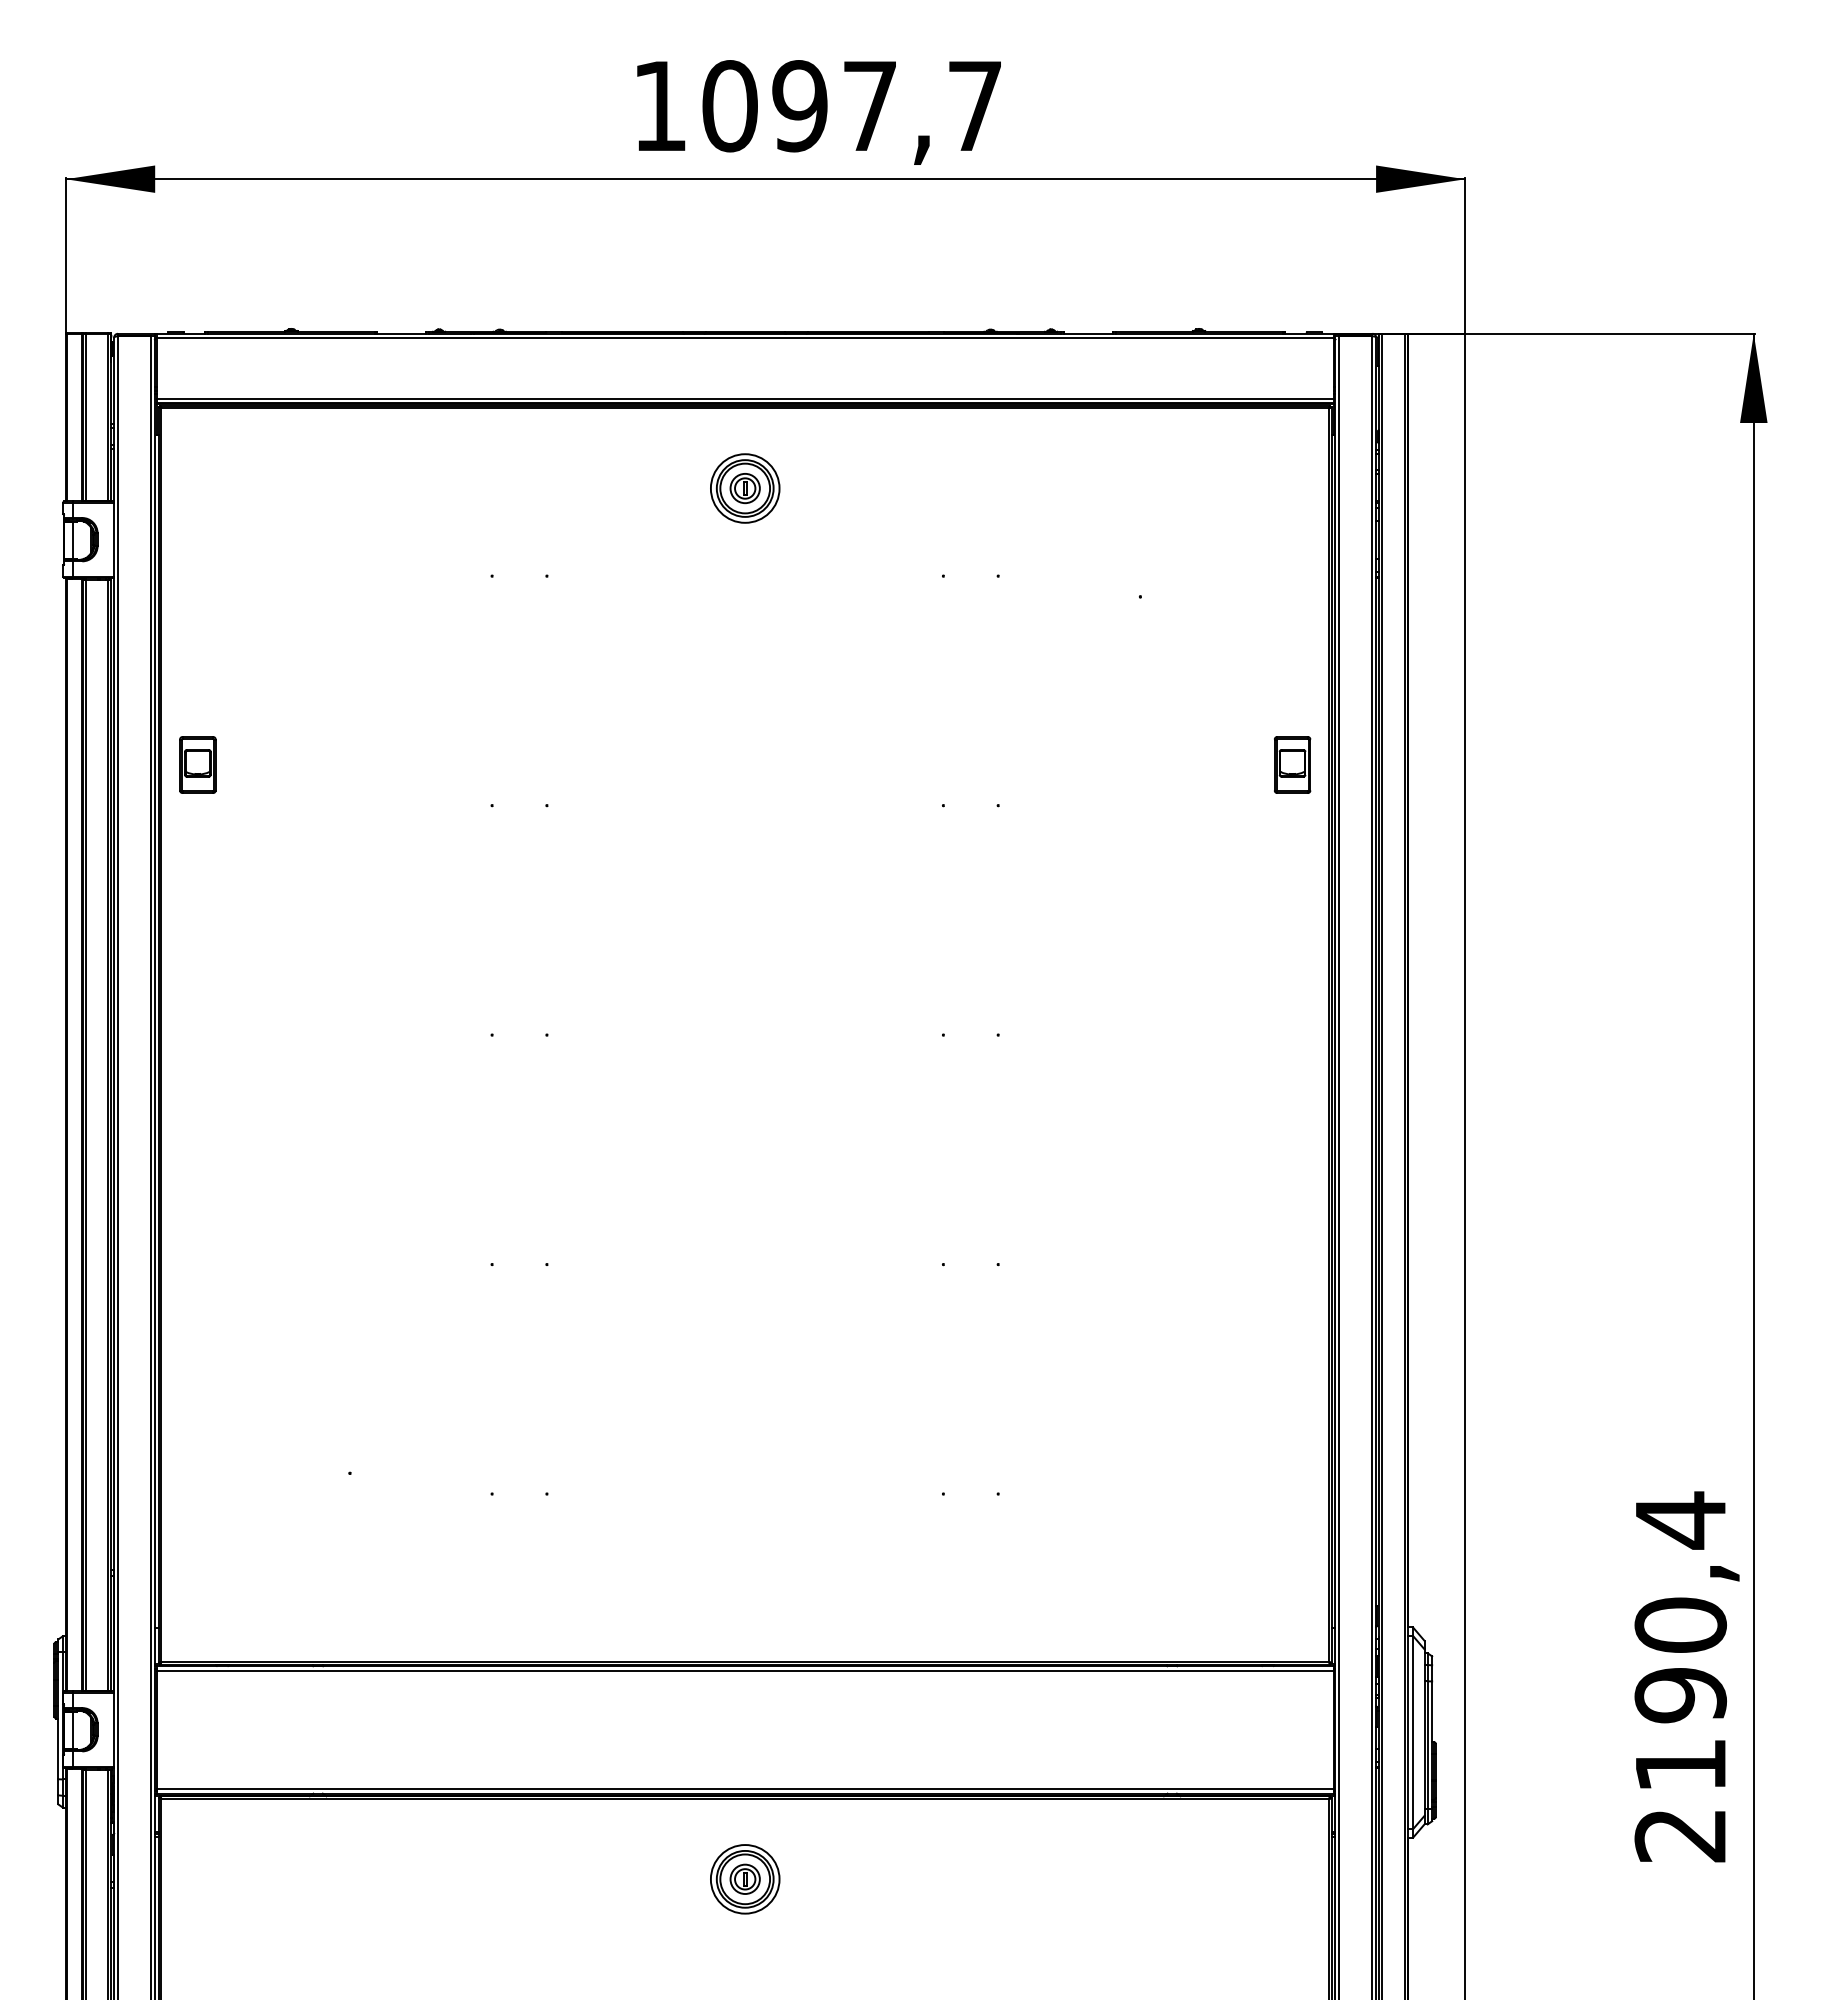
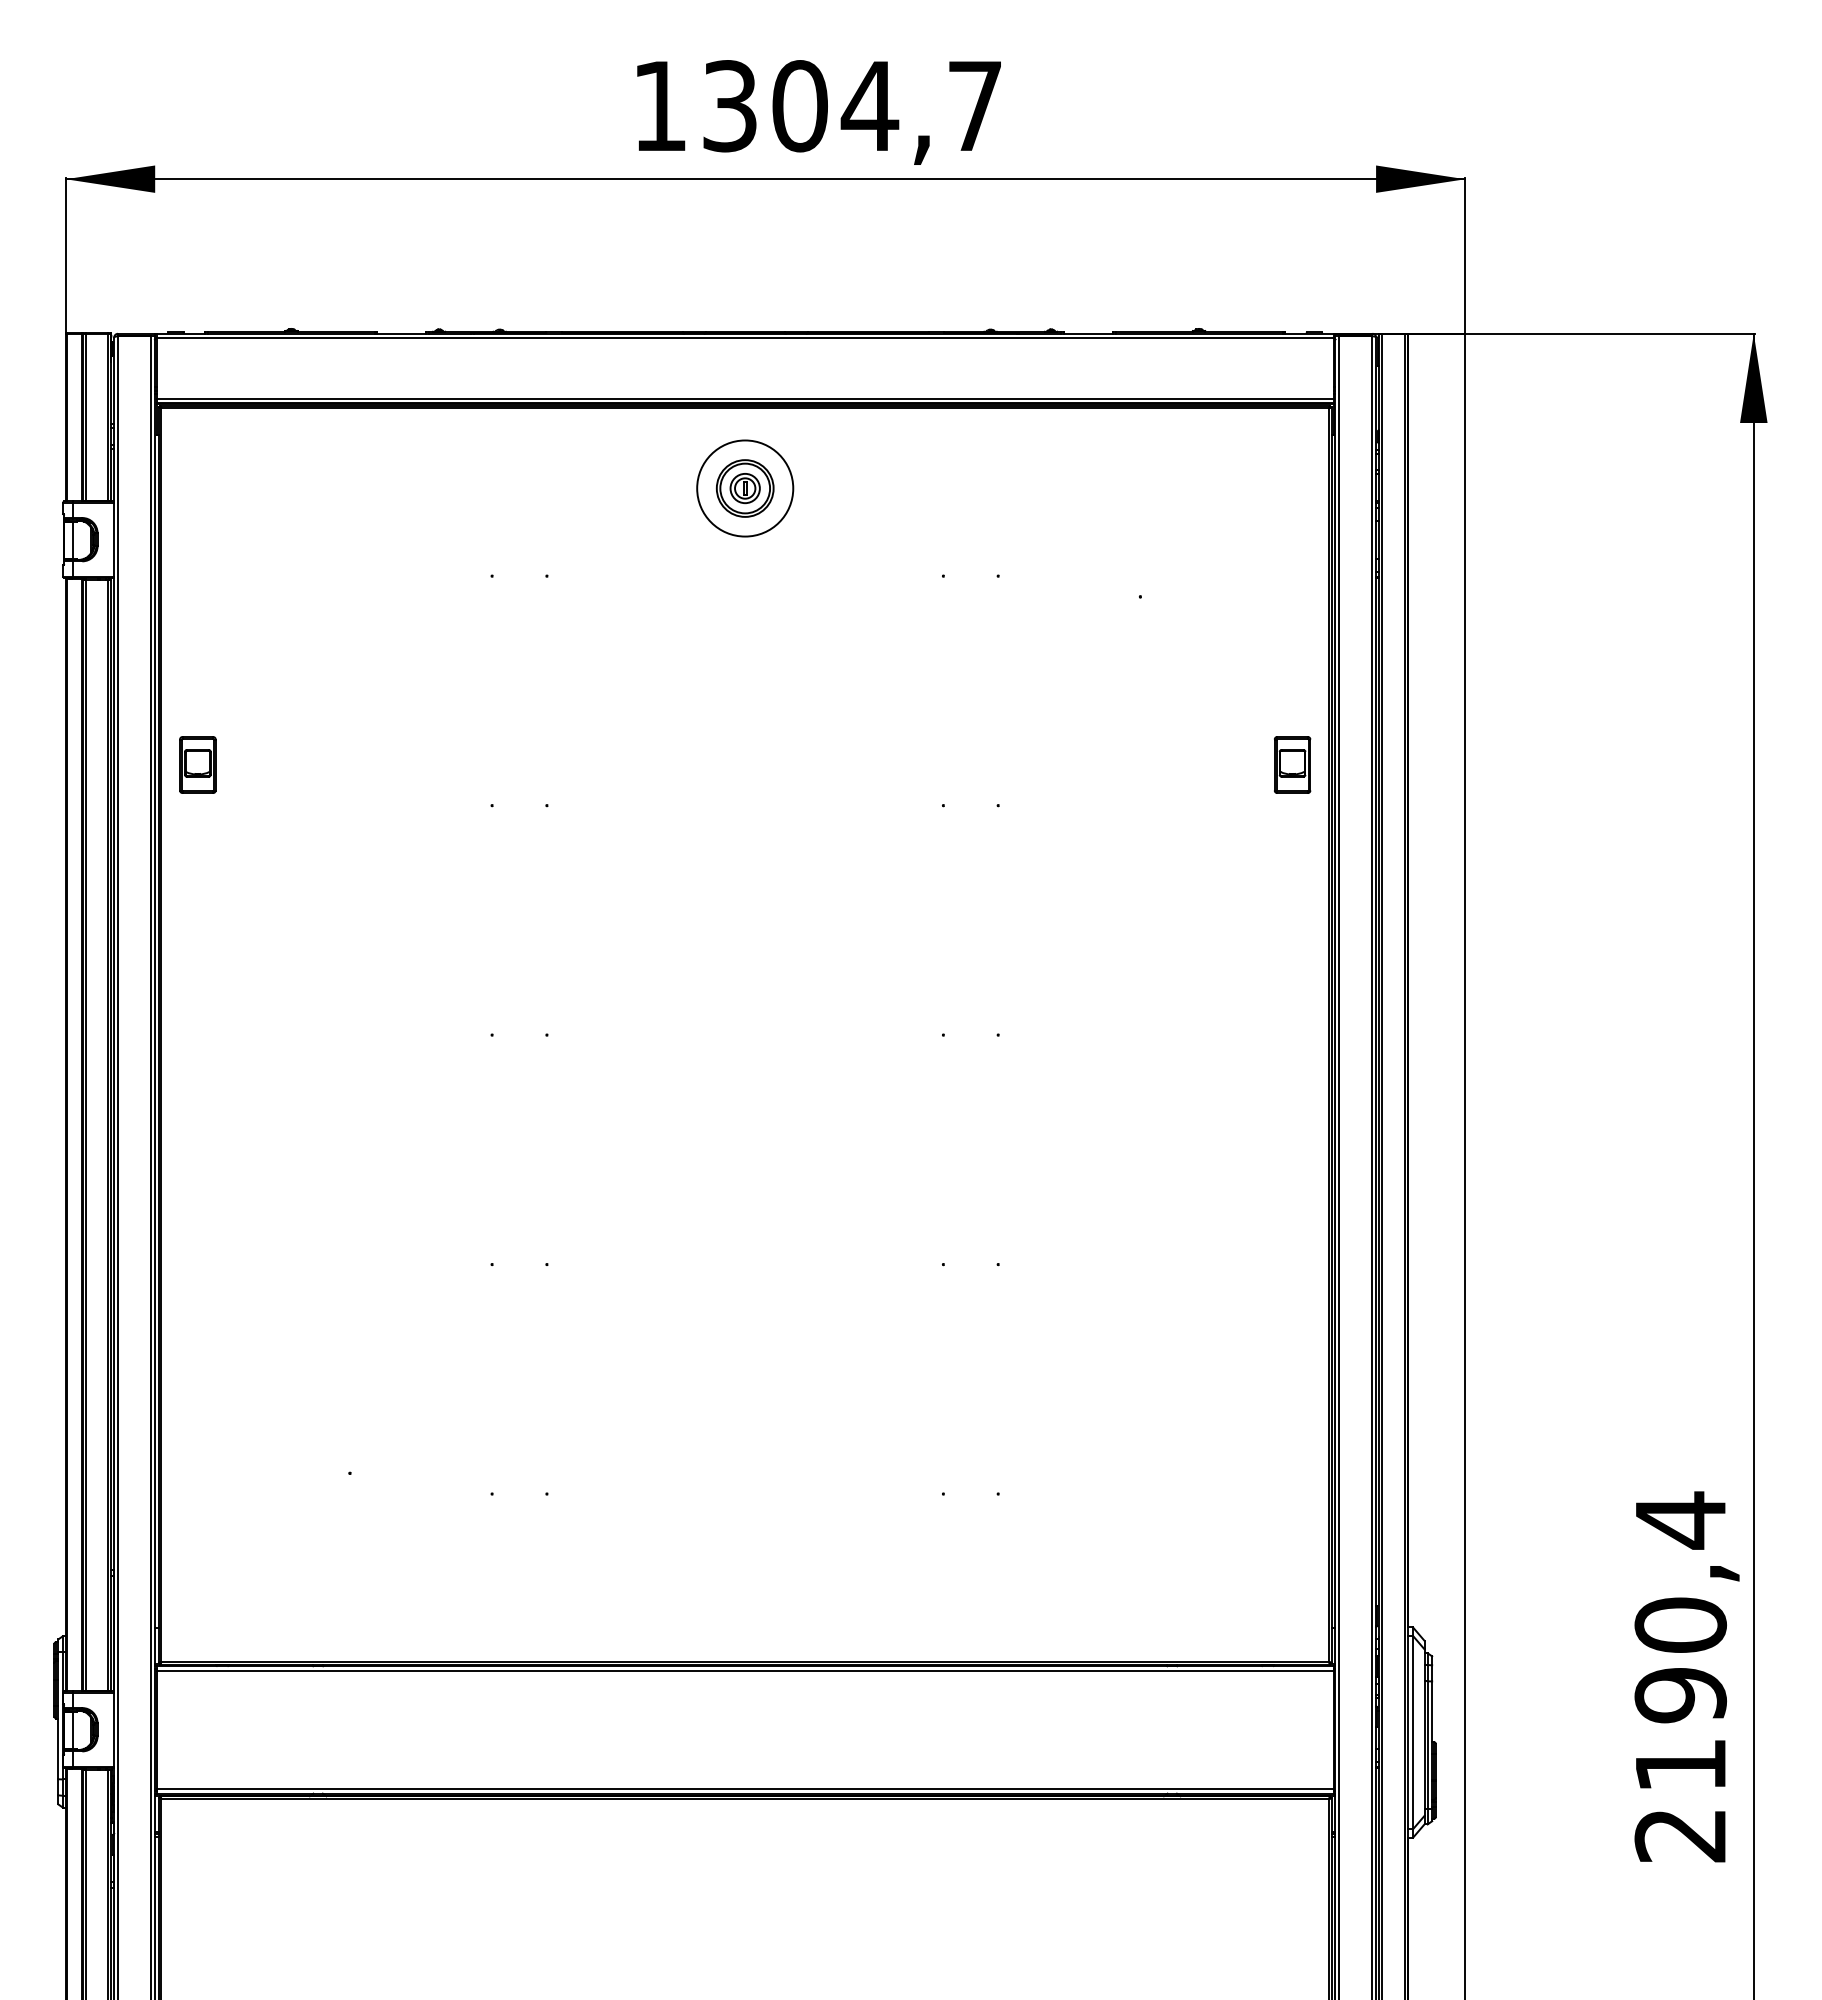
text at (800, 106): 1097,7 -> 1304,7
circle at (744, 488) diameter: 69 px -> 96 px
part at (745, 1879): present -> none
